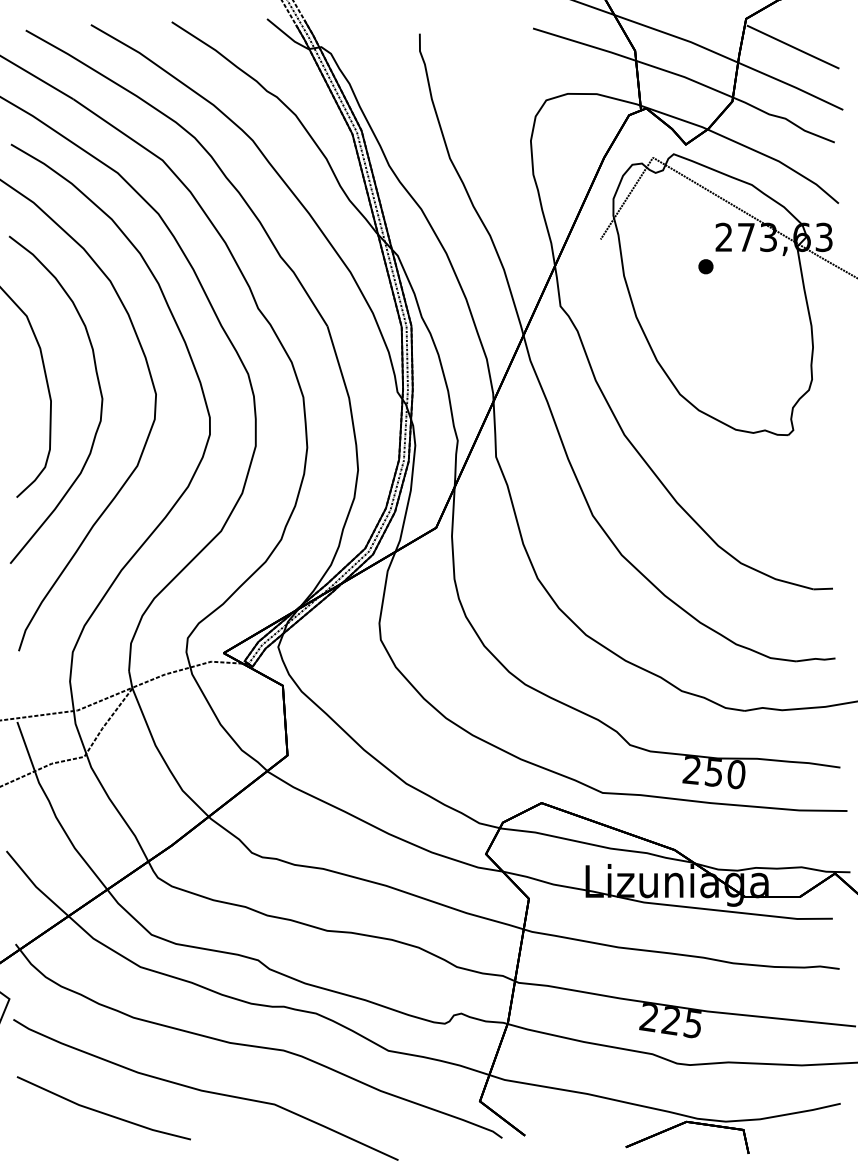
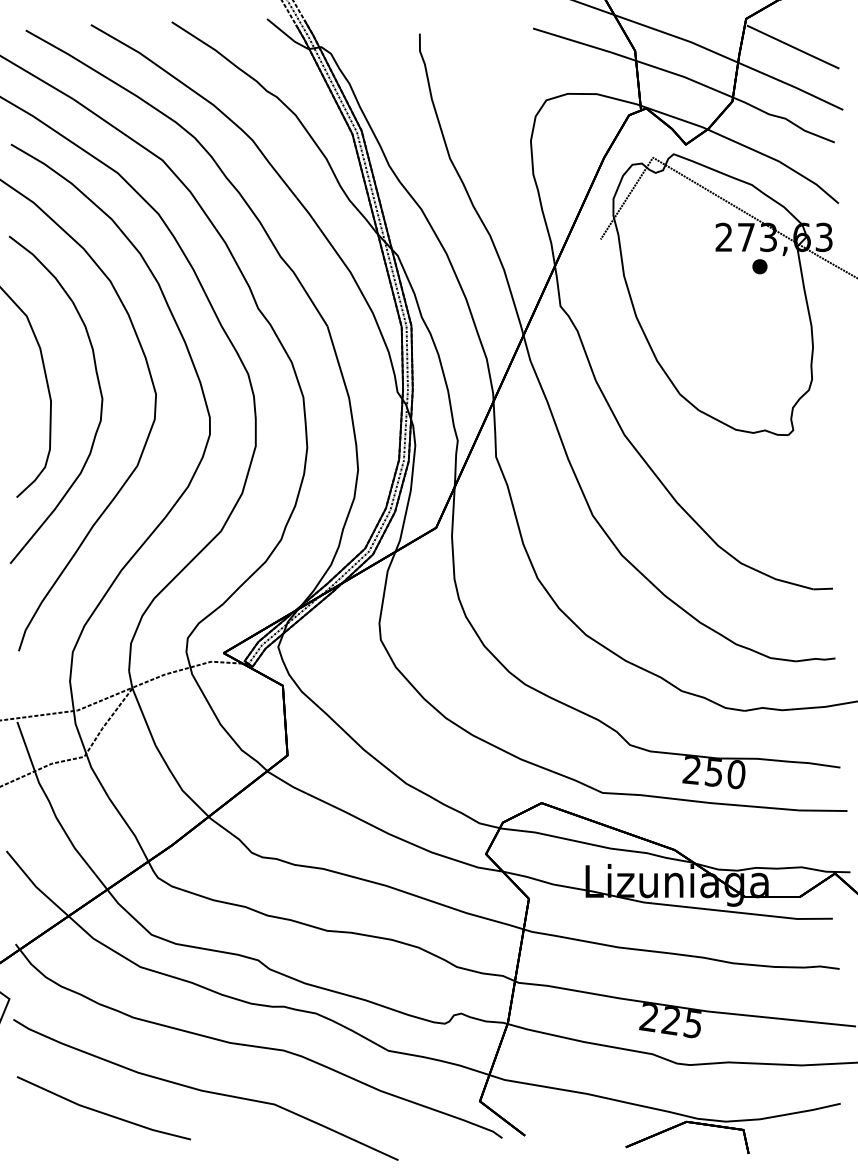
part at (705, 266) position: (705, 266) -> (759, 266)
